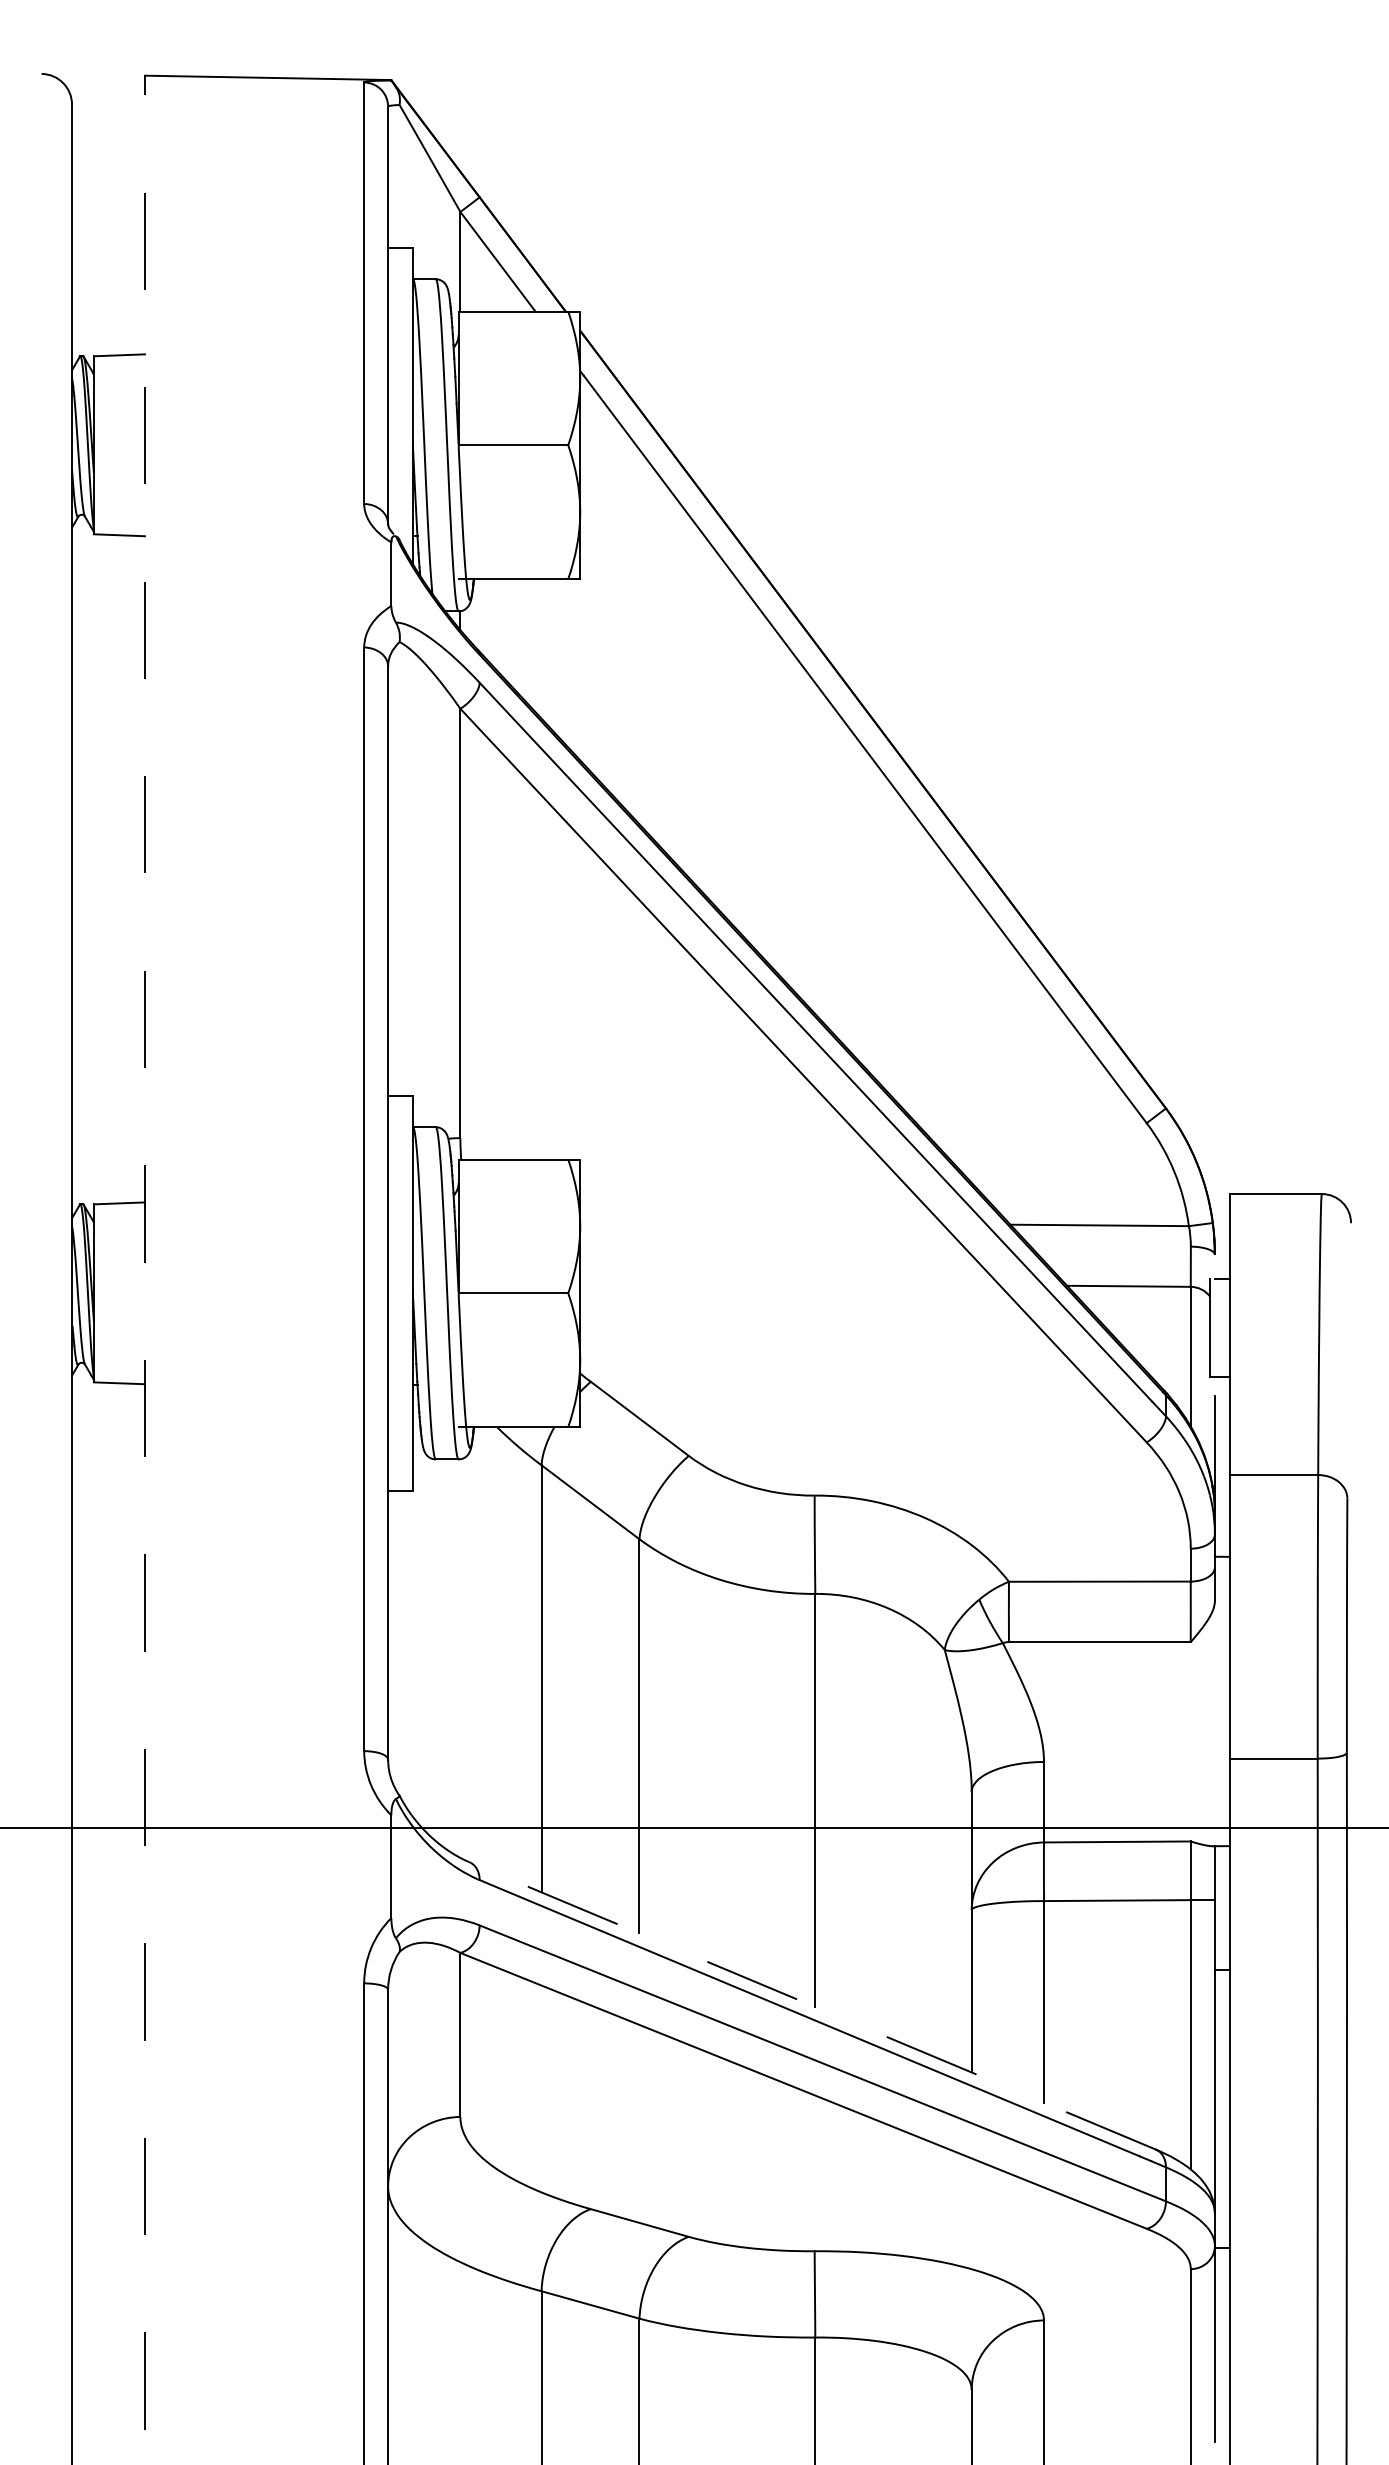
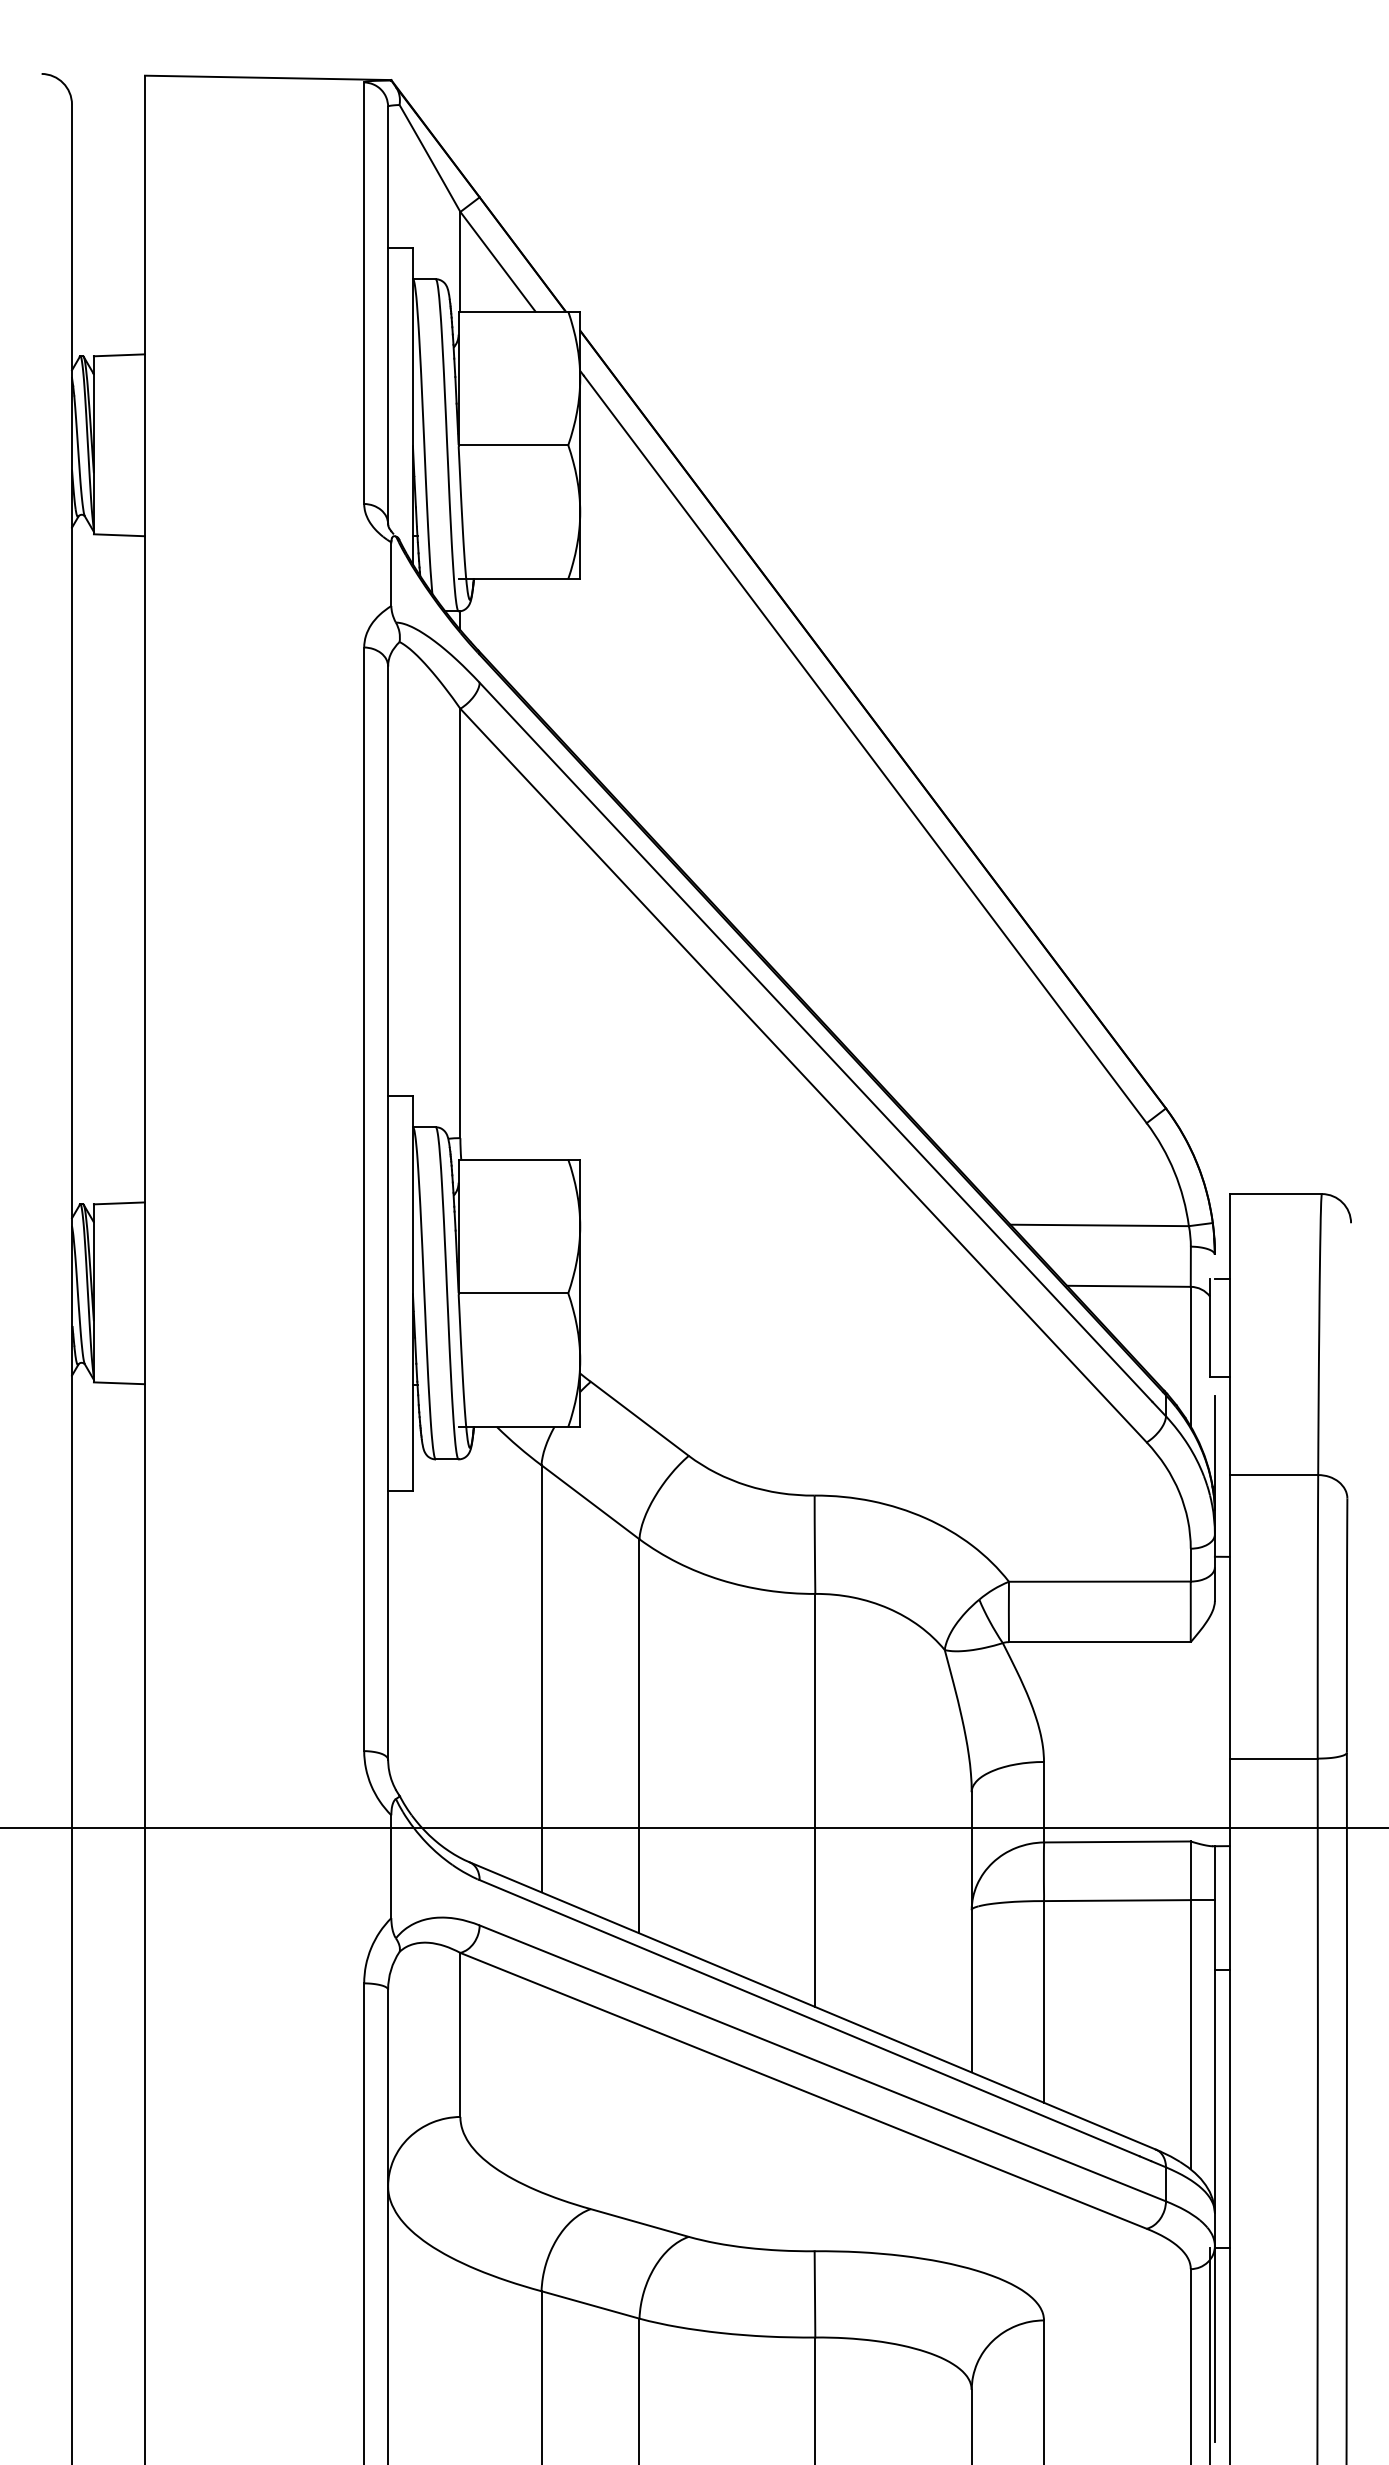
line at (144, 1269): dashed -> solid
line at (812, 2005): dashed -> solid
line at (1210, 2354): none -> present
